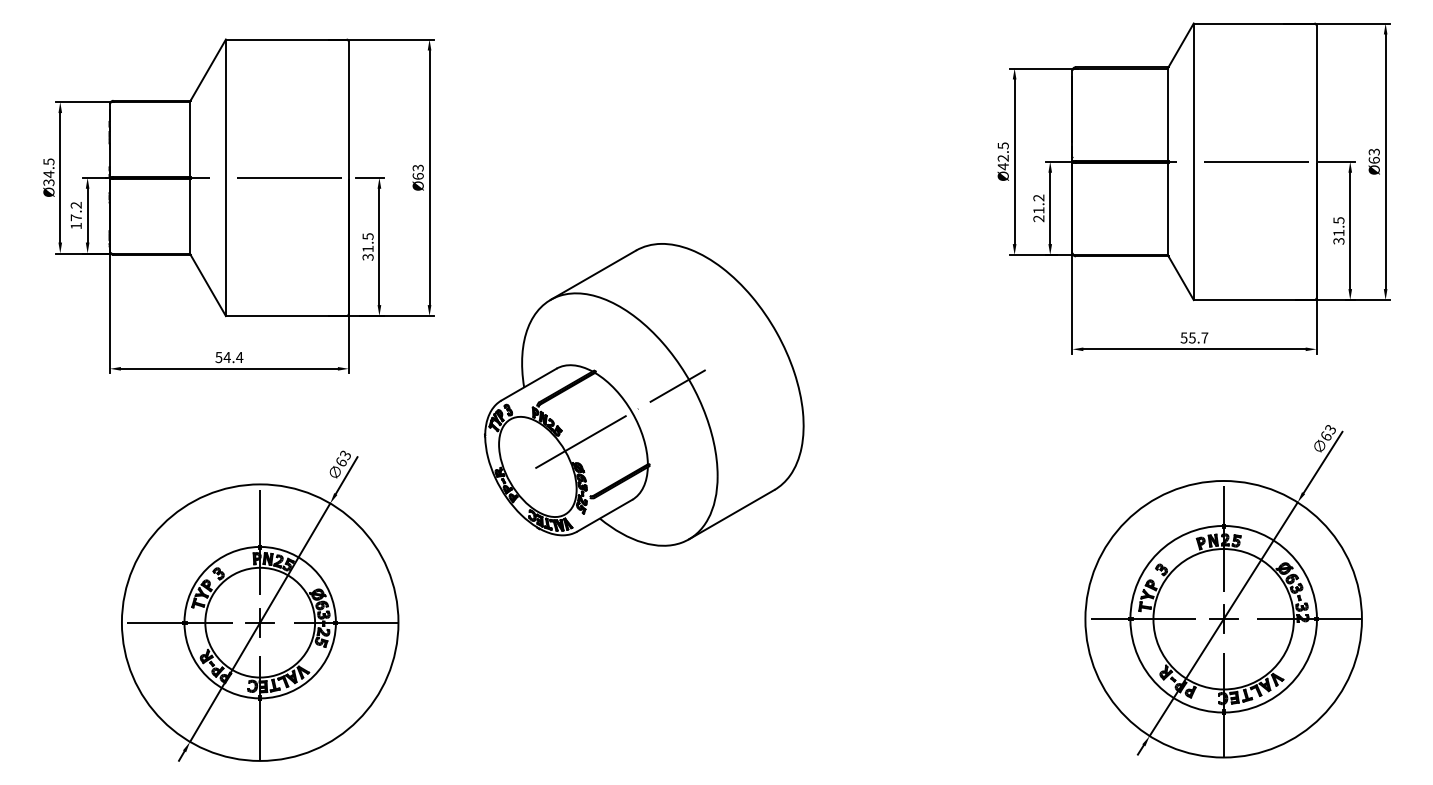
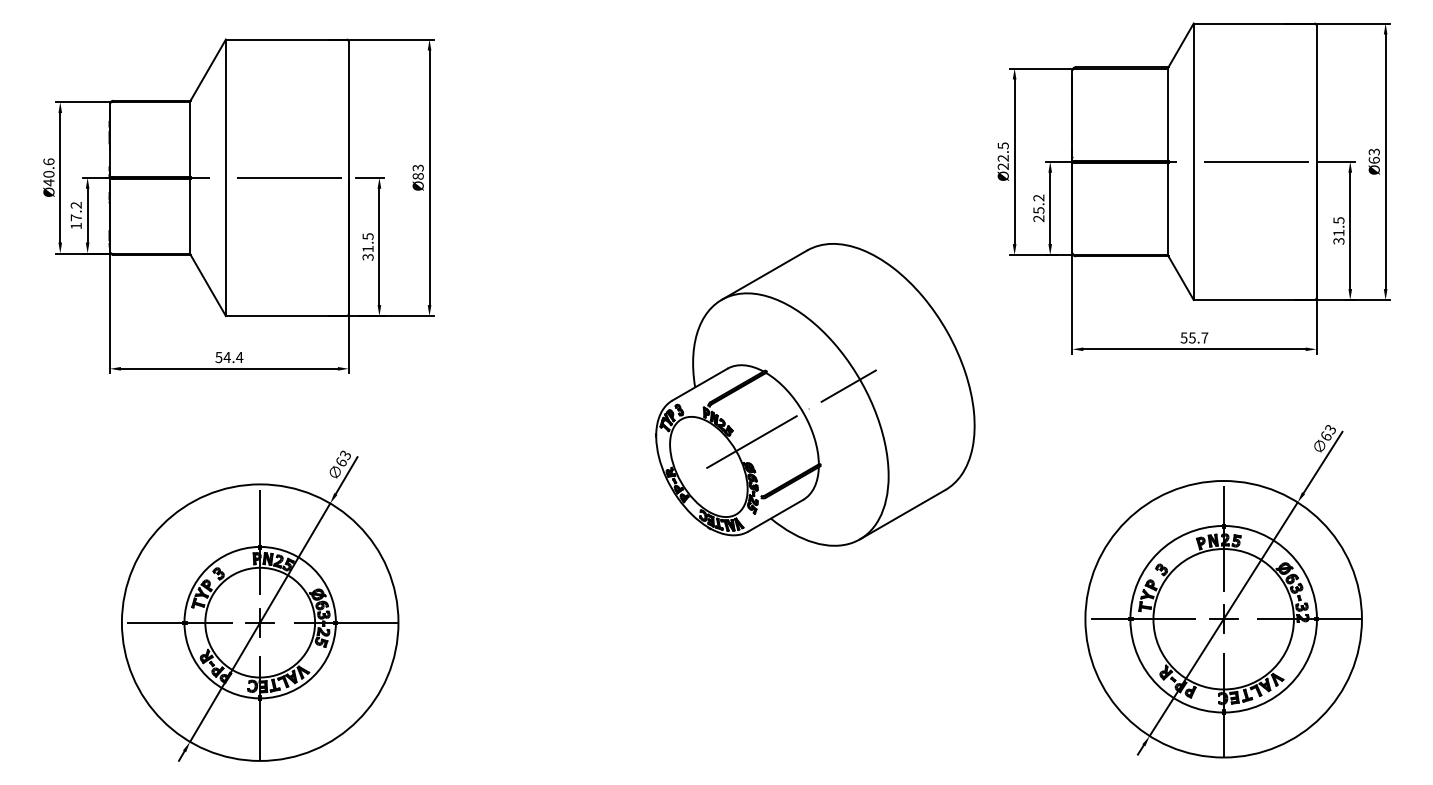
text at (1002, 166): Ø42.5 -> Ø22.5
text at (48, 172): Ø34.5 -> Ø40.6
text at (417, 176): Ø63 -> Ø83
text at (1038, 210): 21.2 -> 25.2
part at (644, 394) position: (644, 394) -> (815, 394)
